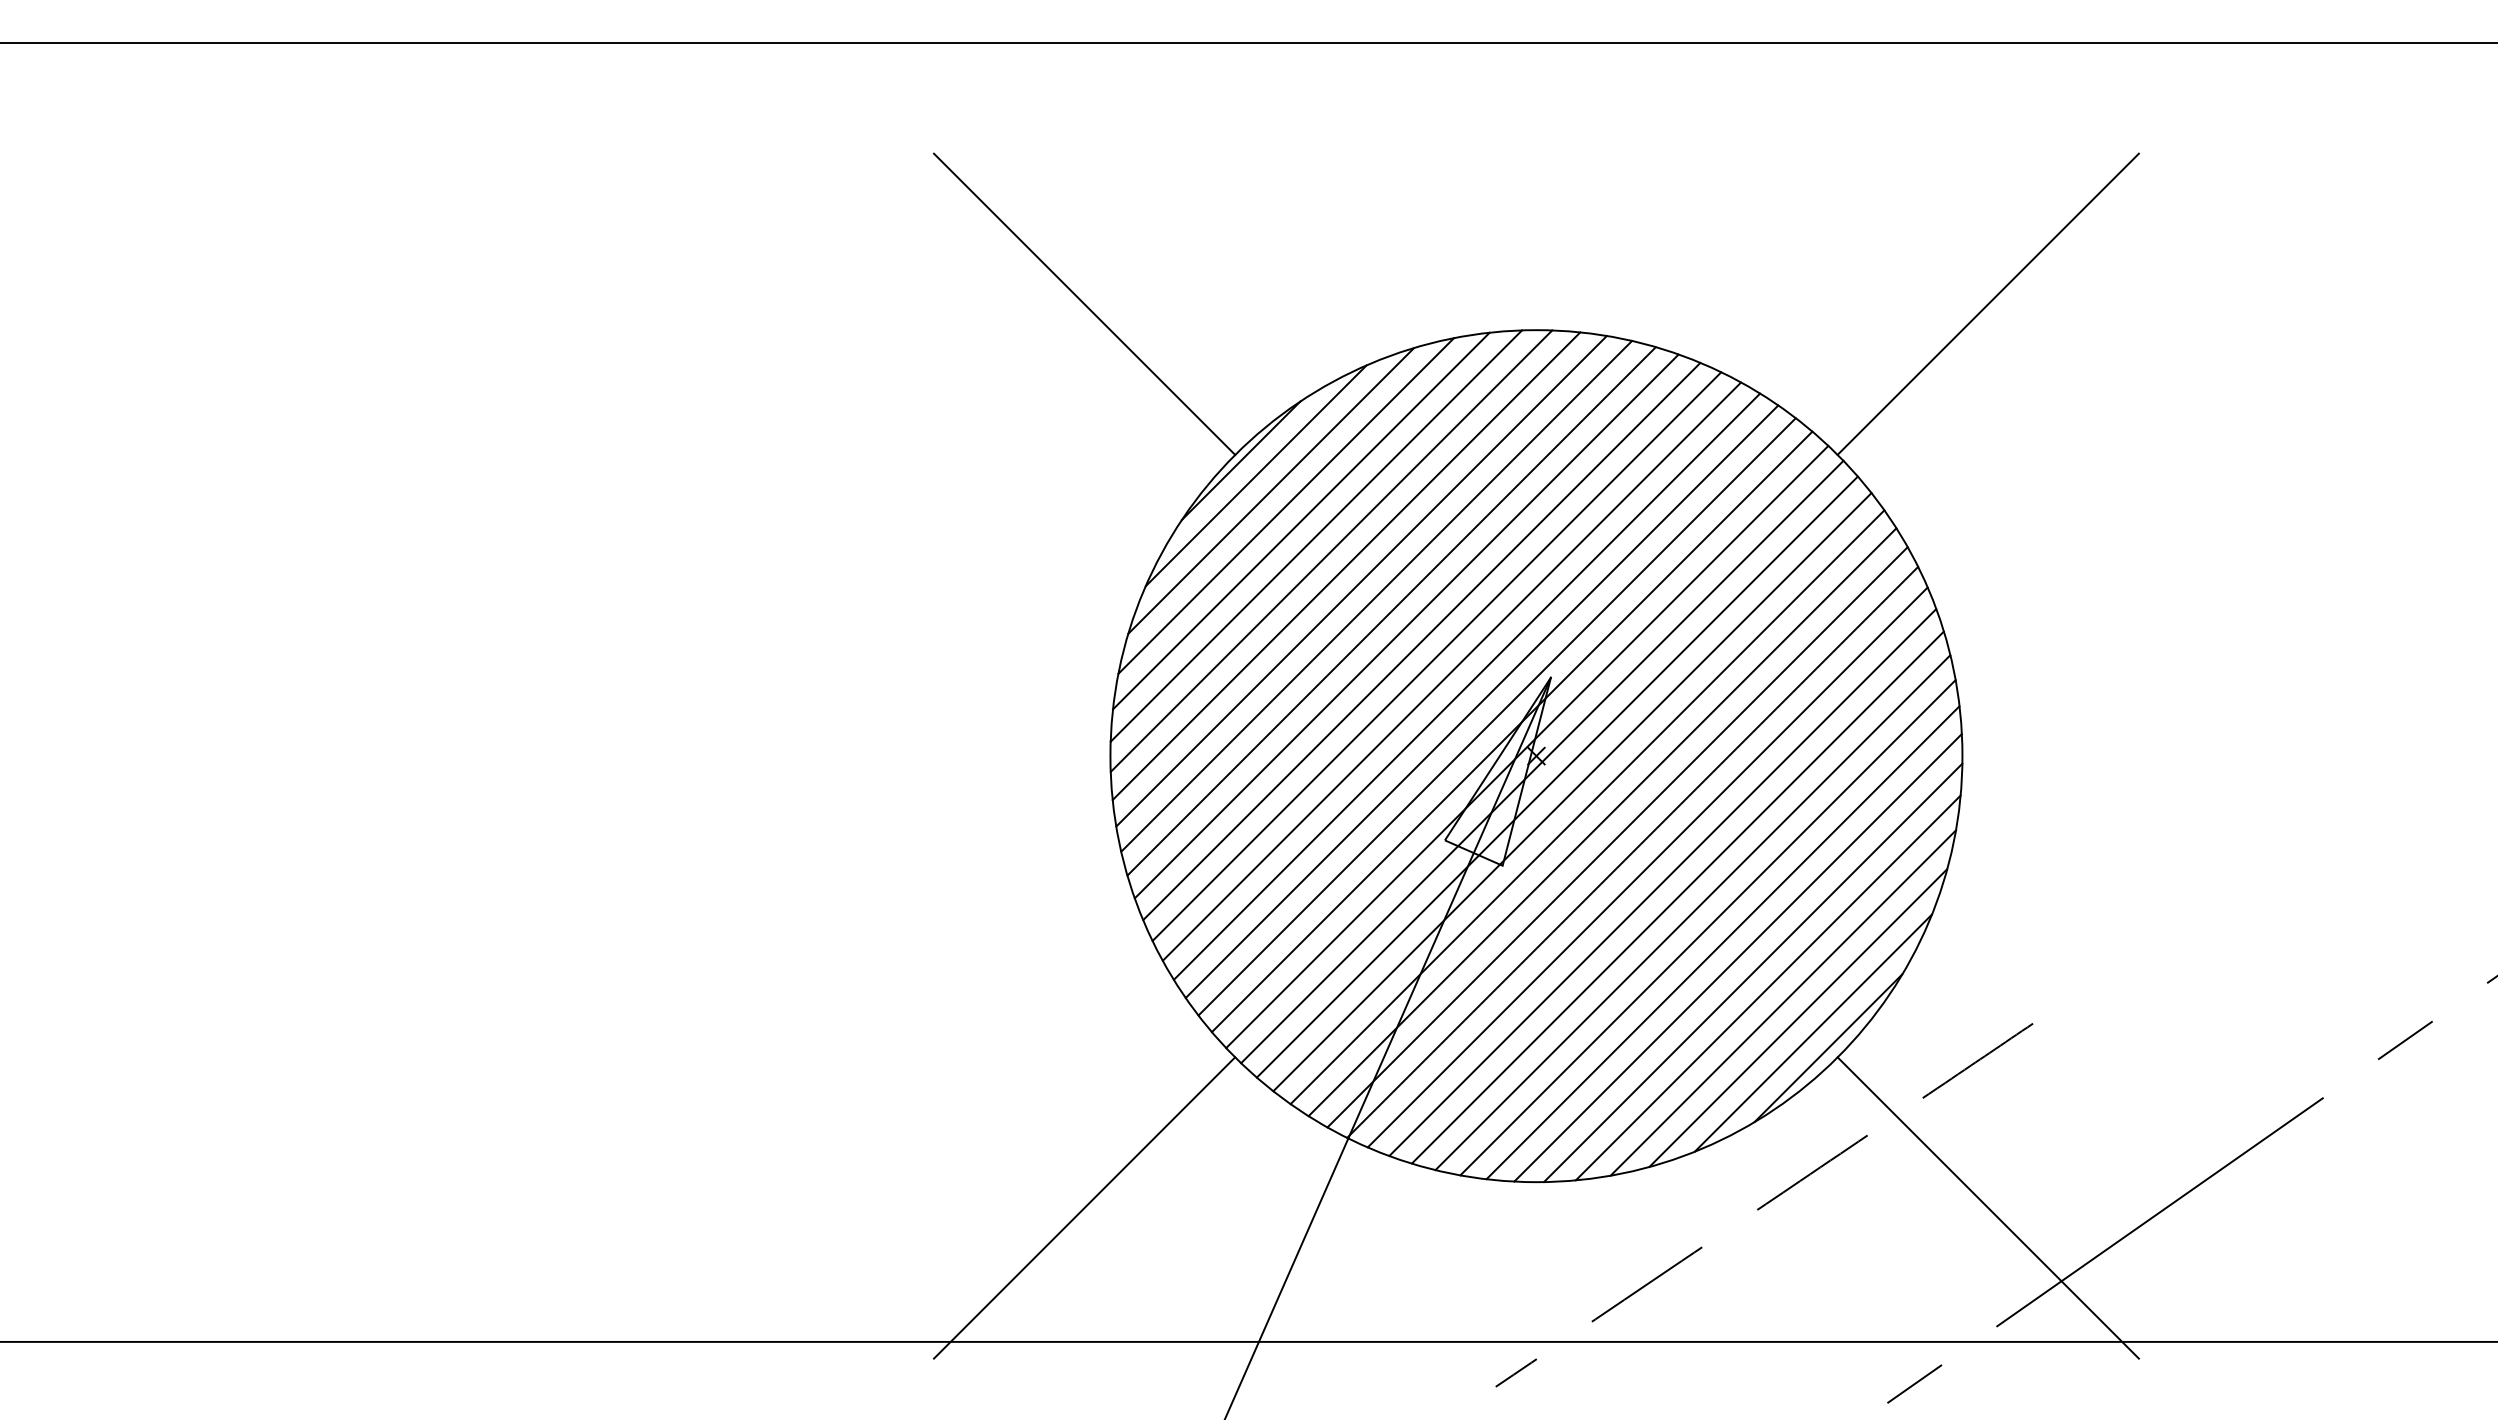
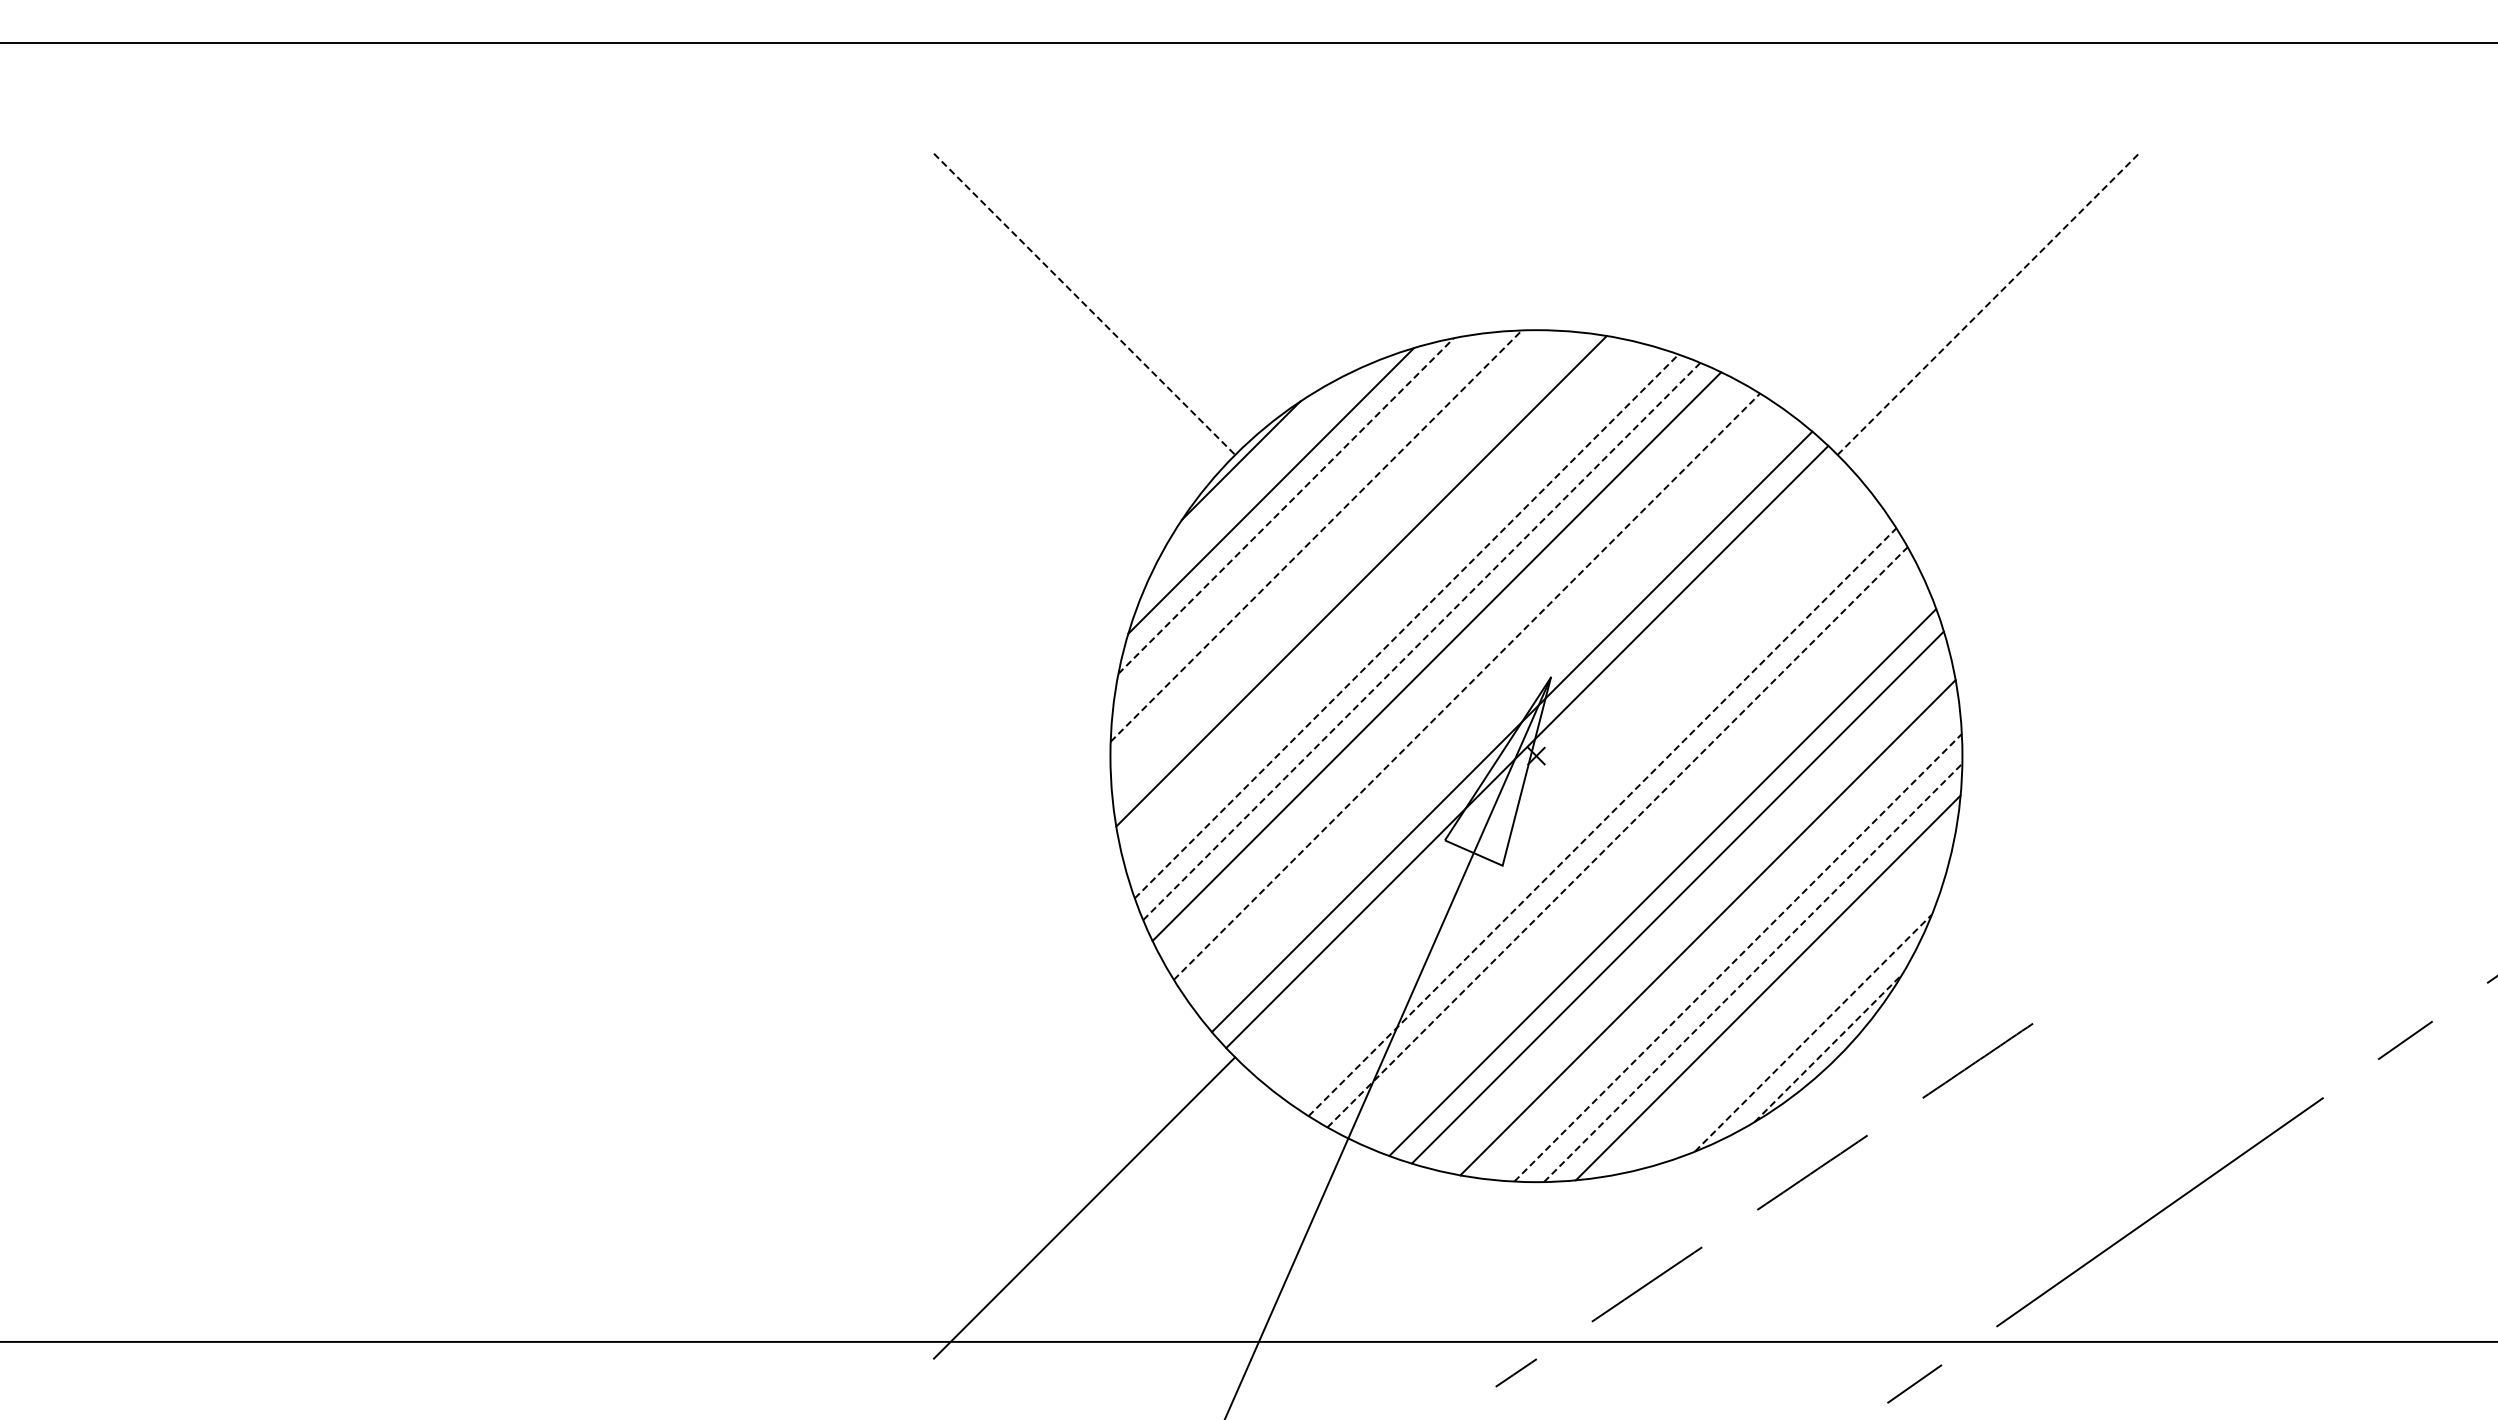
line at (1988, 303): solid -> dashed
line at (1084, 304): solid -> dashed
line at (1255, 475): present -> none
line at (1286, 505): solid -> dashed
line at (1301, 520): present -> none
line at (1316, 536): solid -> dashed
line at (1331, 550): present -> none
line at (1346, 566): present -> none
line at (1376, 596): present -> none
line at (1391, 611): present -> none
line at (1406, 626): solid -> dashed
line at (1421, 641): solid -> dashed
line at (1451, 671): present -> none
line at (1467, 686): solid -> dashed
line at (1481, 701): present -> none
line at (1496, 716): present -> none
line at (1542, 761): present -> none
line at (1556, 776): present -> none
line at (1572, 792): present -> none
line at (1587, 807): present -> none
line at (1602, 822): solid -> dashed
line at (1617, 836): solid -> dashed
line at (1632, 851): present -> none
line at (1647, 867): present -> none
line at (1692, 912): present -> none
line at (1722, 942): present -> none
line at (1738, 957): solid -> dashed
line at (1753, 972): solid -> dashed
line at (1782, 1002): present -> none
line at (1798, 1017): present -> none
line at (1813, 1032): solid -> dashed
line at (1828, 1047): solid -> dashed
line at (1987, 1207): present -> none
